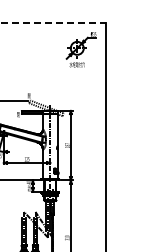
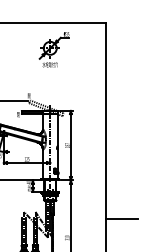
line at (53, 23): dashed -> solid
part at (80, 49) position: (80, 49) -> (53, 49)
line at (121, 218): none -> present
